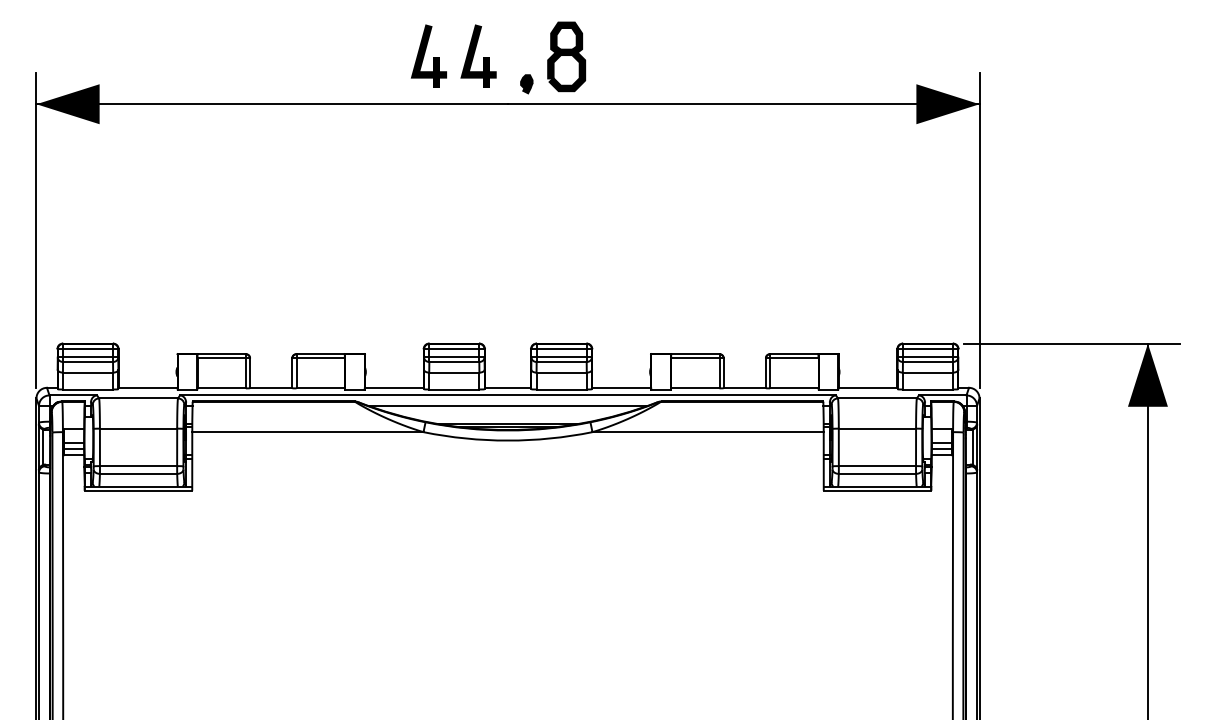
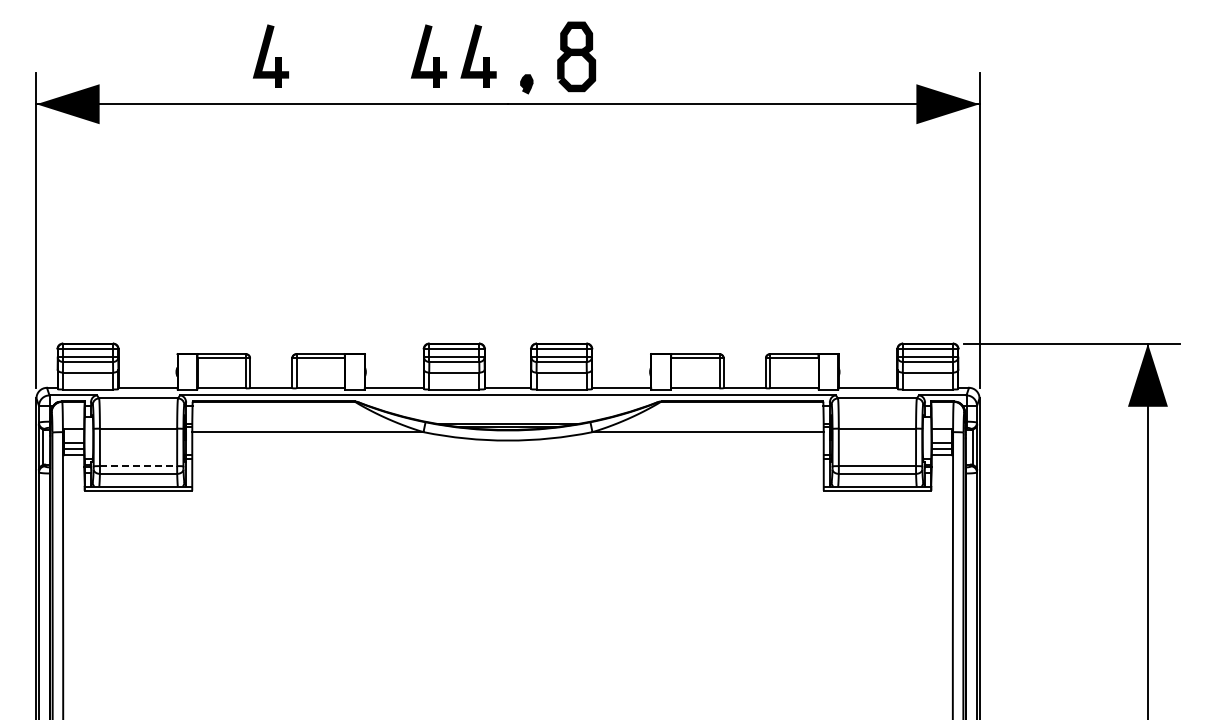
part at (270, 55): none -> present
part at (566, 56) position: (566, 56) -> (576, 56)
line at (507, 405): present -> none
line at (138, 466): solid -> dashed
